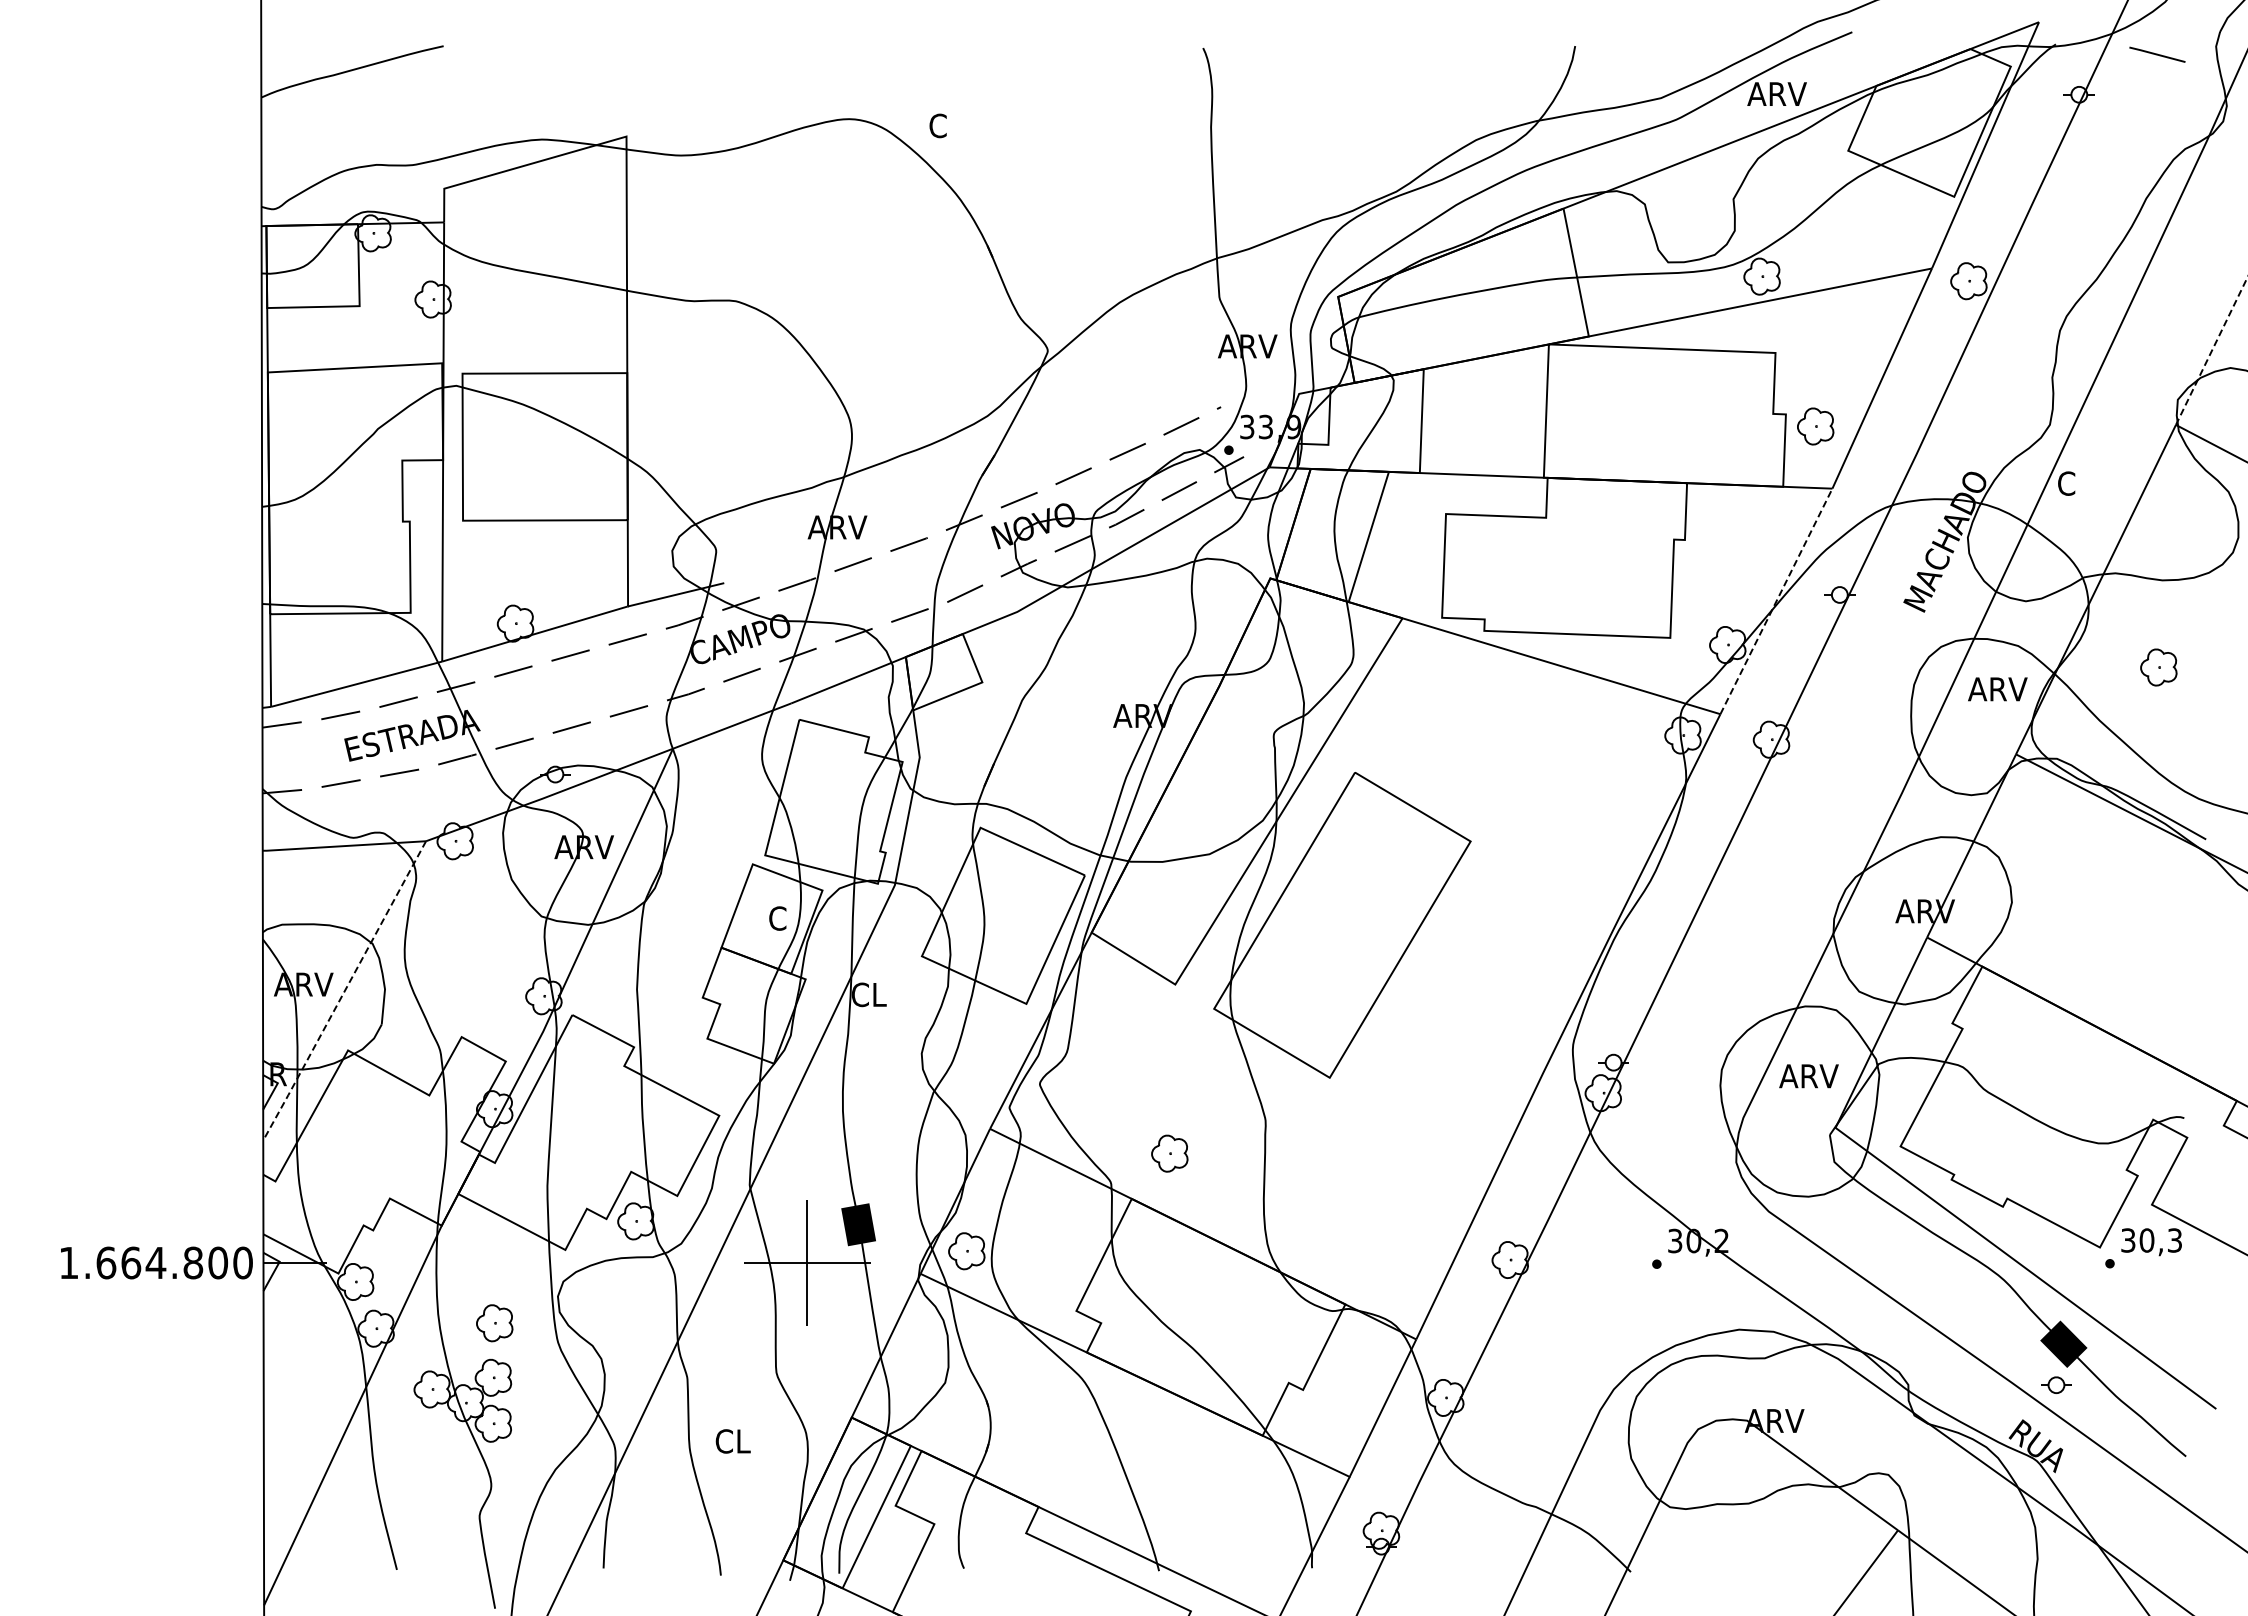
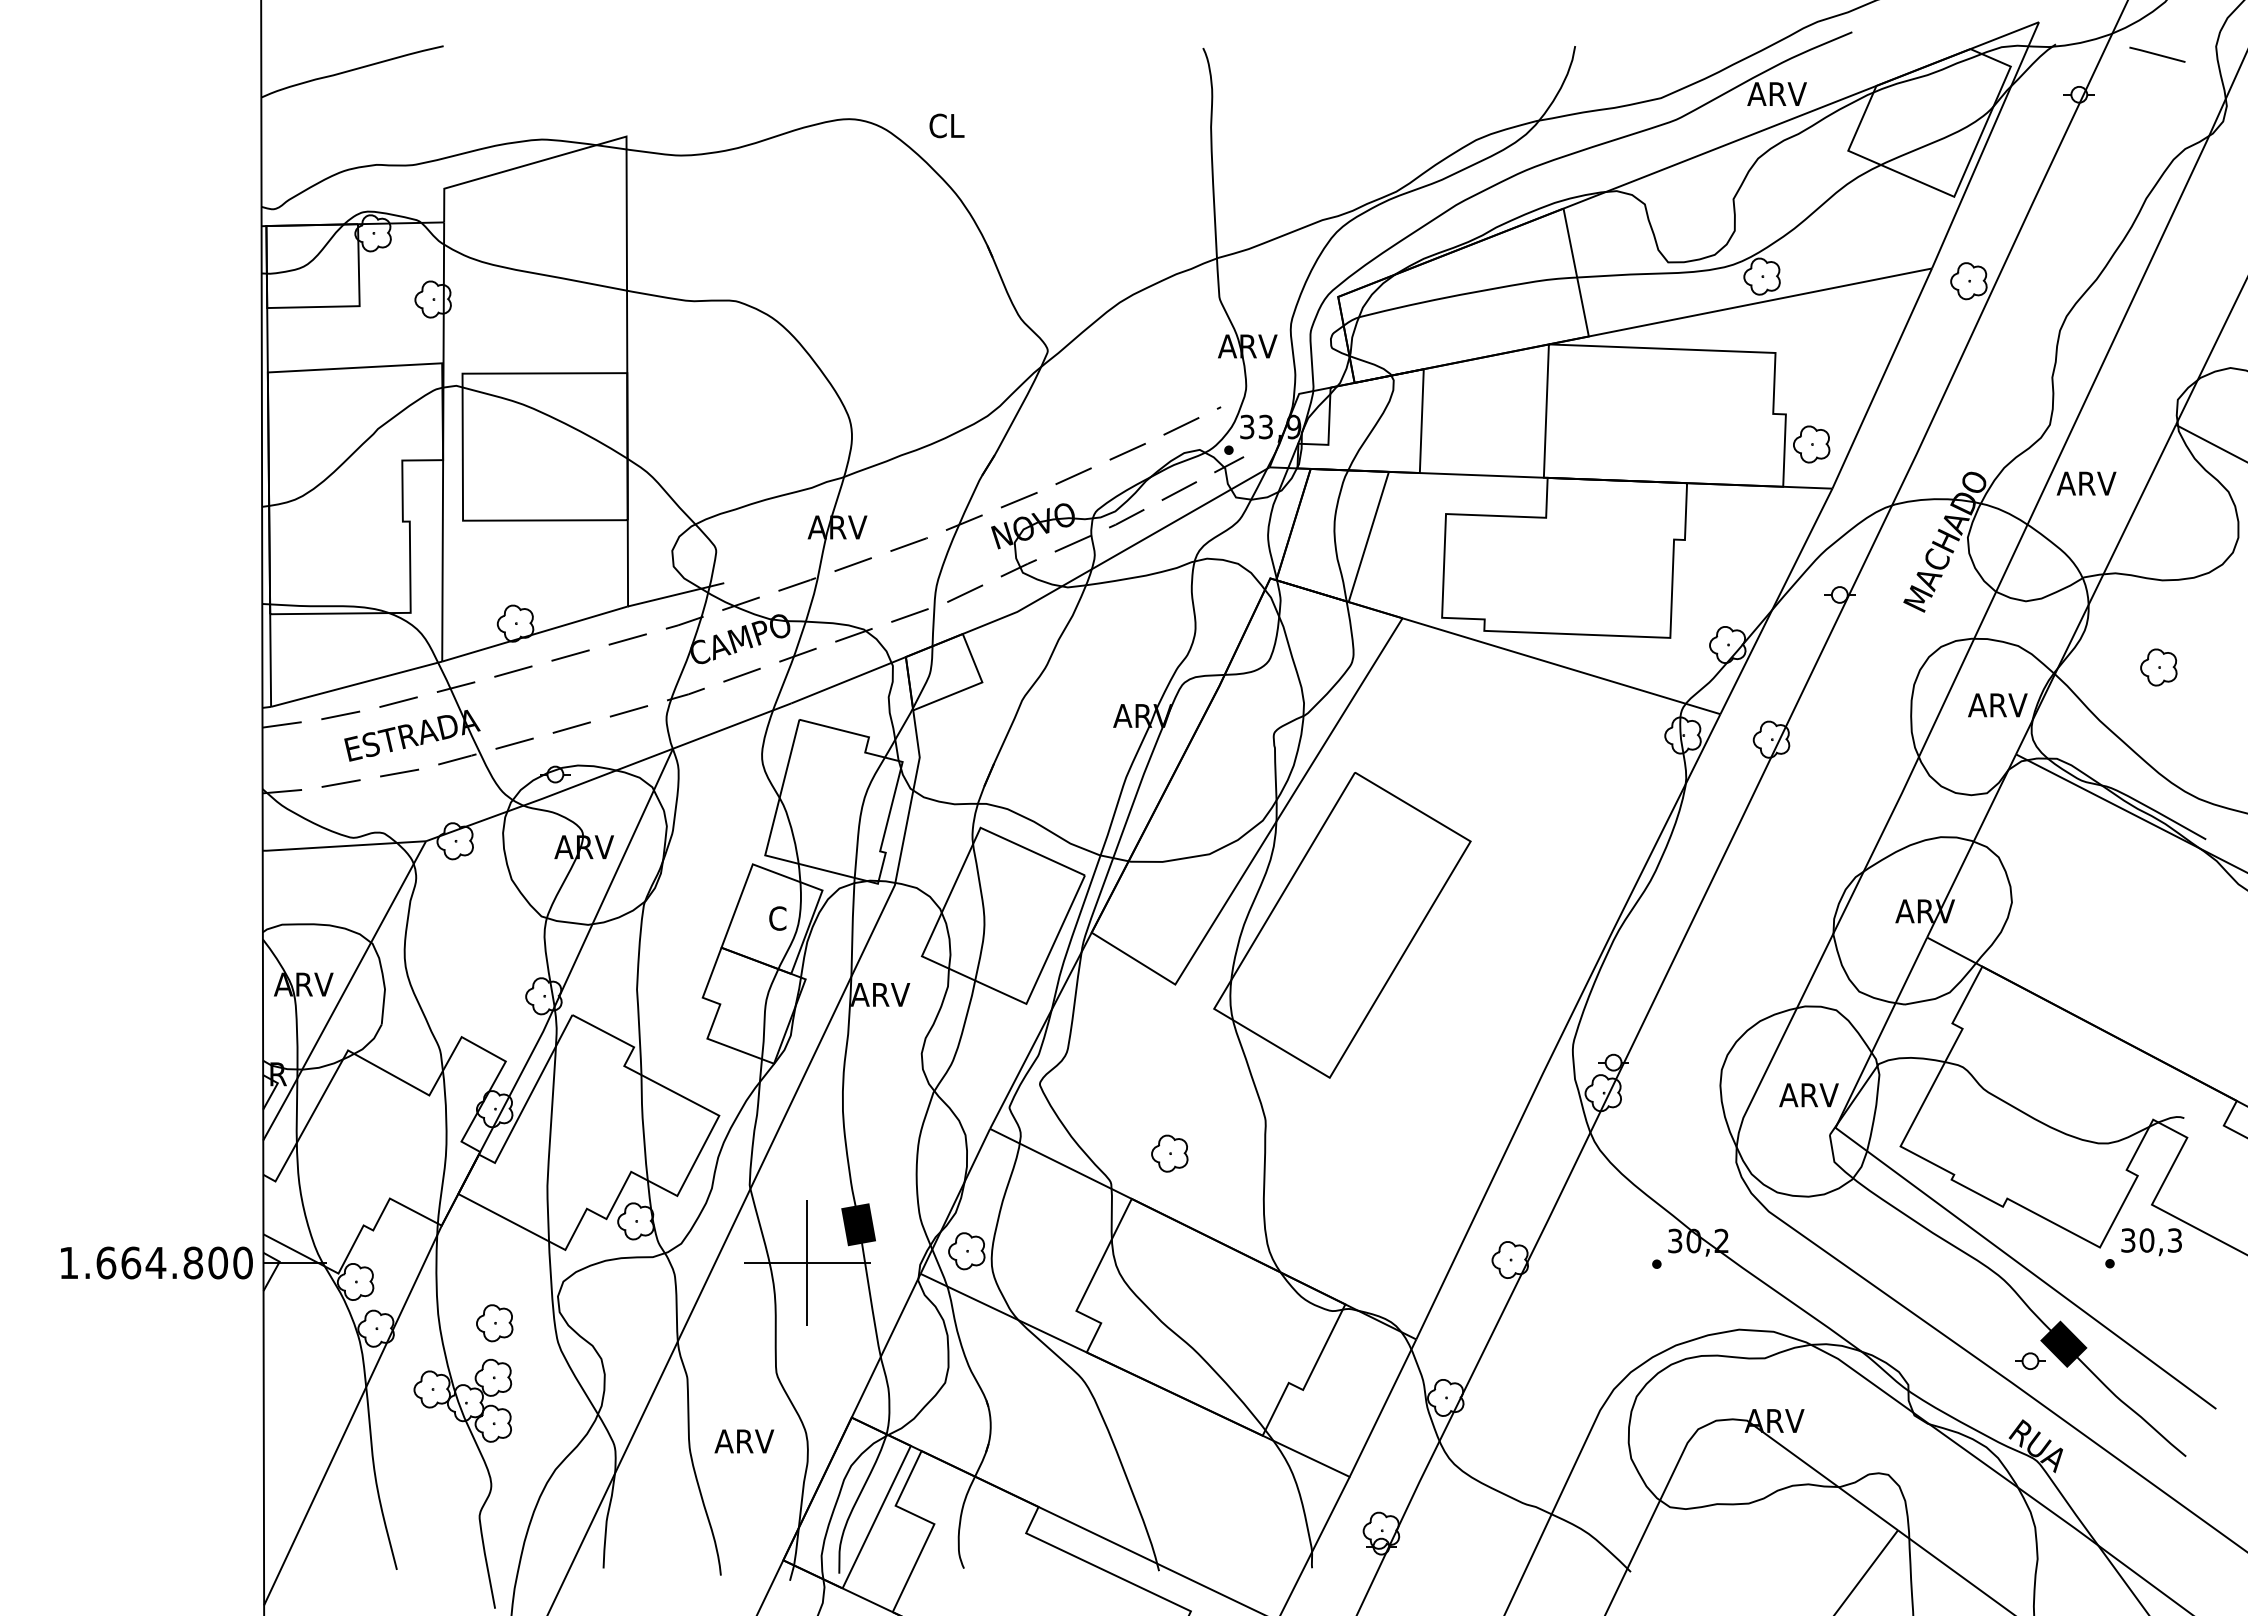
text at (957, 125): C -> CL
line at (2211, 351): dashed -> solid
part at (1815, 426) position: (1815, 426) -> (1811, 444)
text at (2086, 483): C -> ARV
line at (1776, 601): dashed -> solid
text at (1997, 689) position: (1997, 689) -> (1997, 705)
line at (344, 991): dashed -> solid
text at (880, 994): CL -> ARV
text at (1808, 1076) position: (1808, 1076) -> (1808, 1095)
part at (2056, 1384) position: (2056, 1384) -> (2030, 1360)
text at (744, 1441): CL -> ARV
